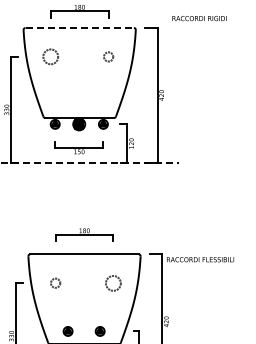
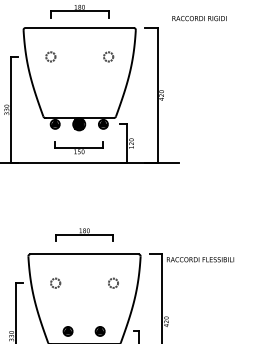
line at (80, 28): dashed -> solid
circle at (50, 56) size: 18x18 px -> 12x12 px
line at (90, 162): dashed -> solid
circle at (113, 283) size: 17x17 px -> 11x12 px
